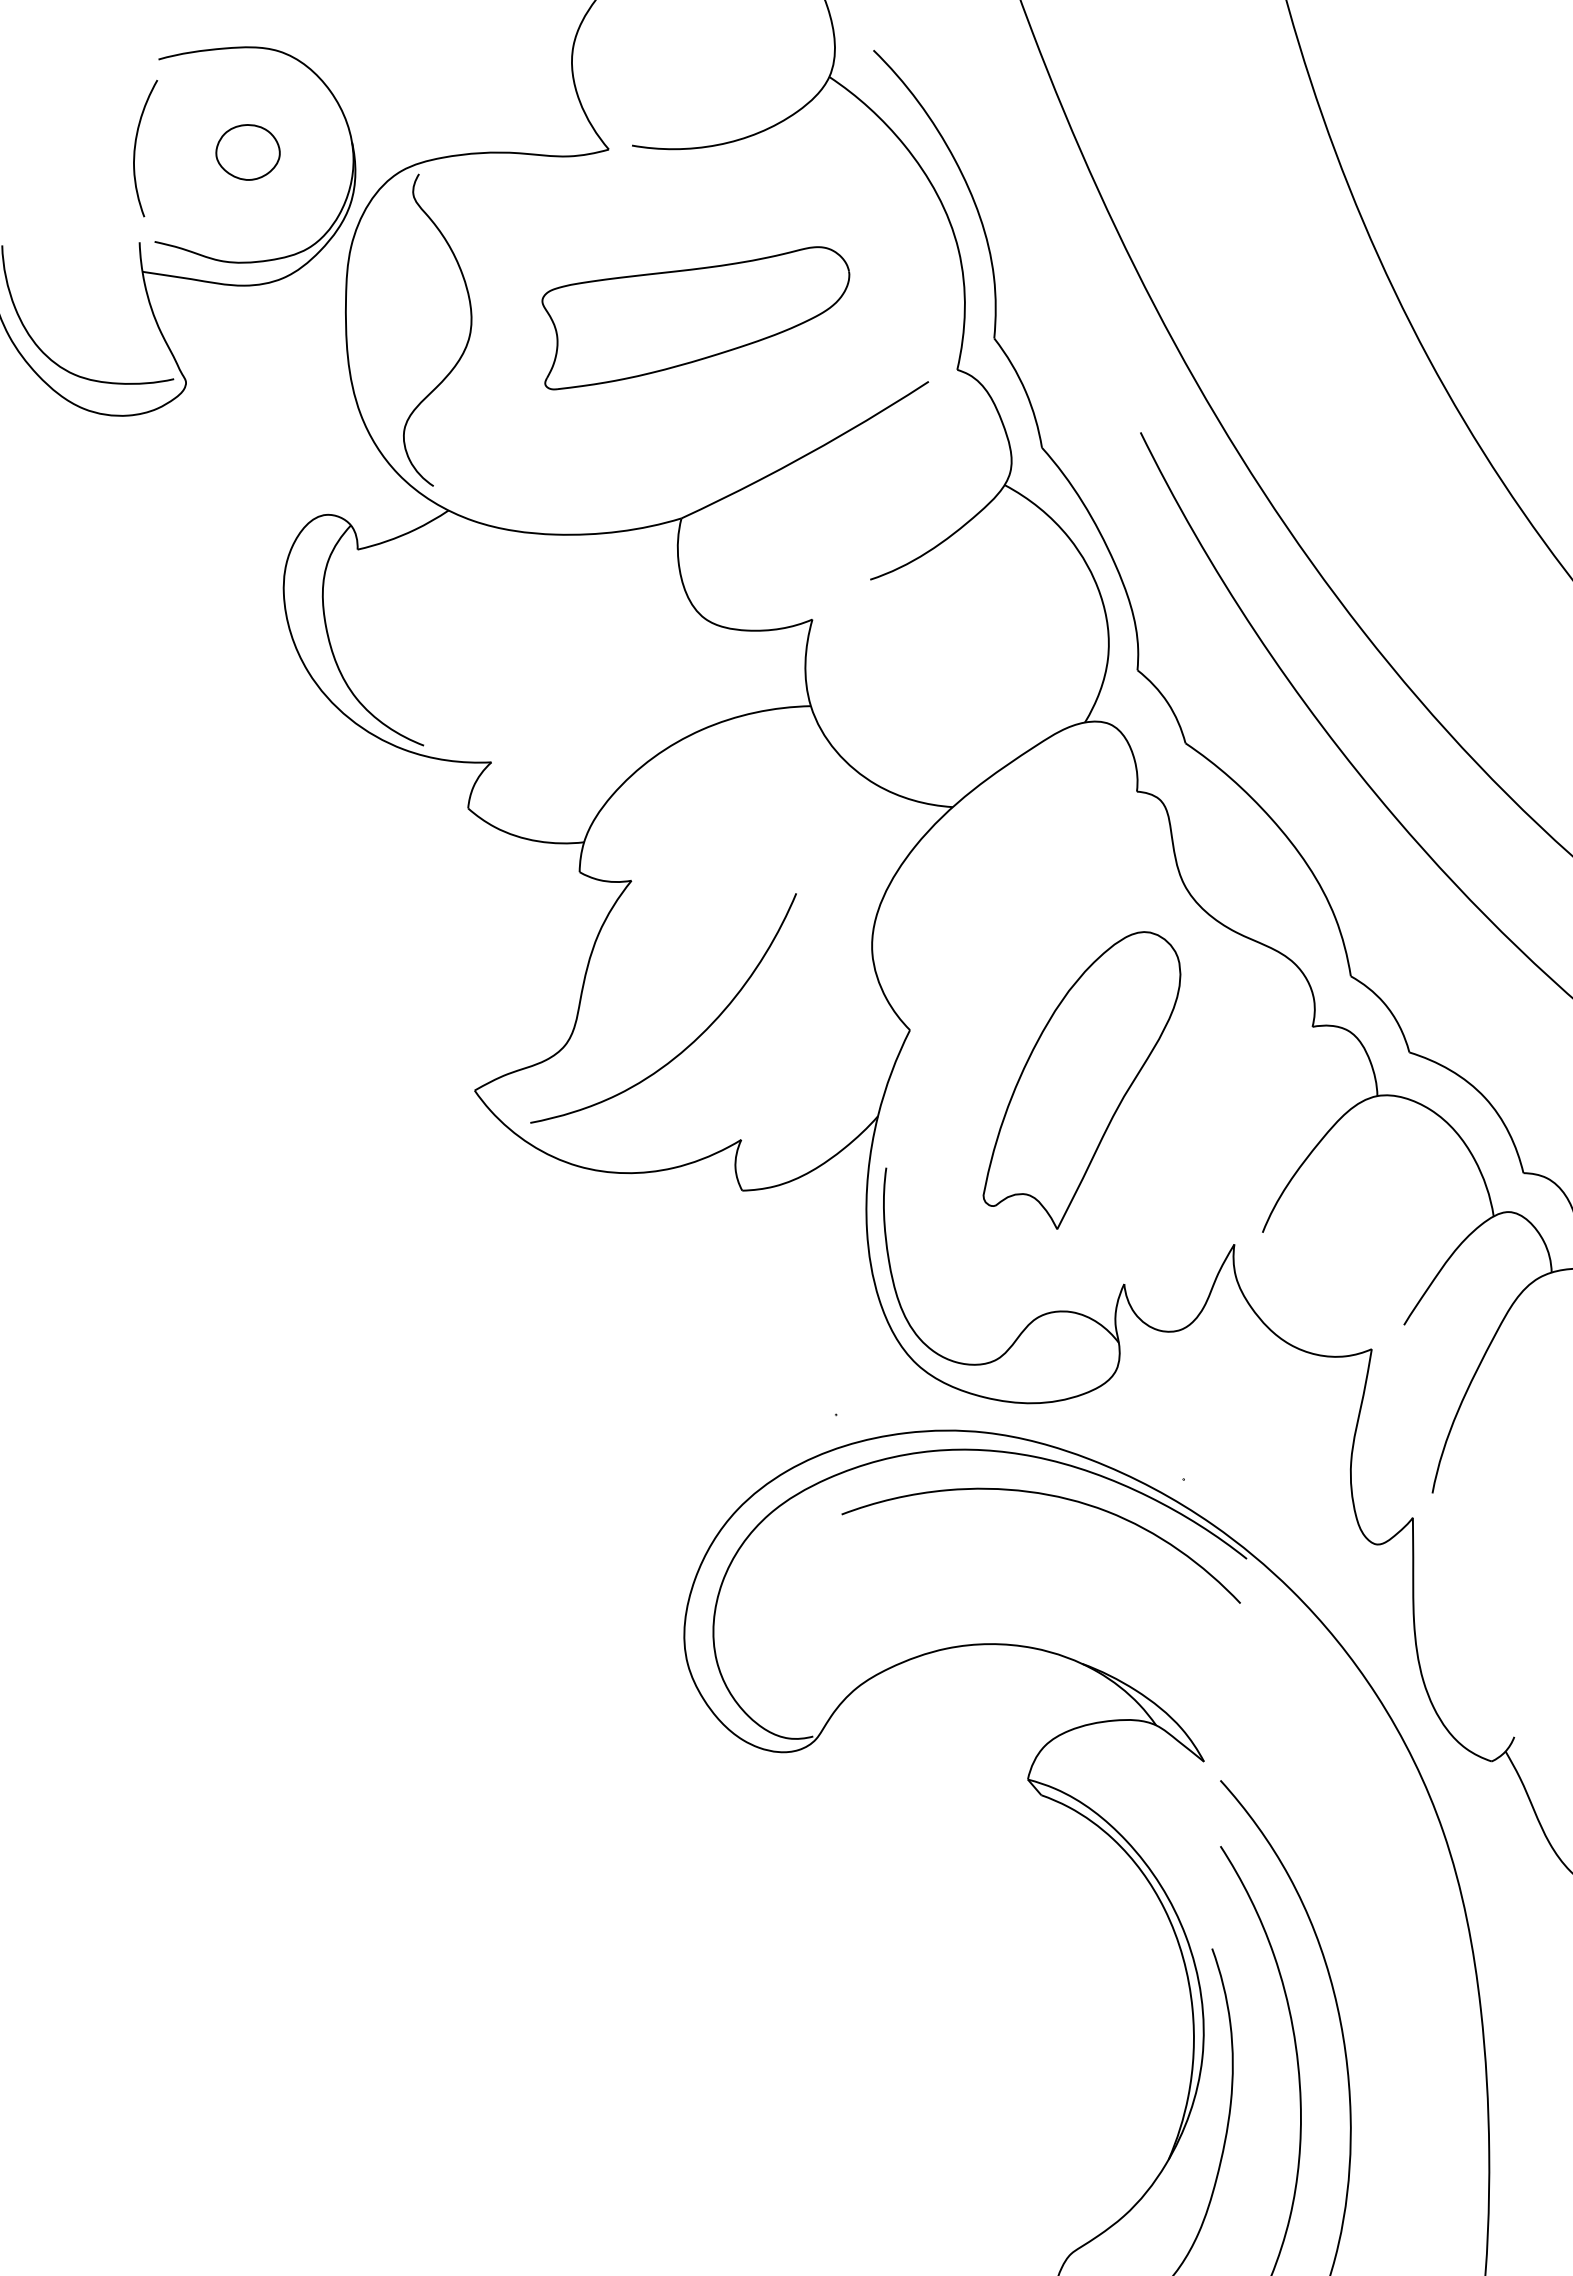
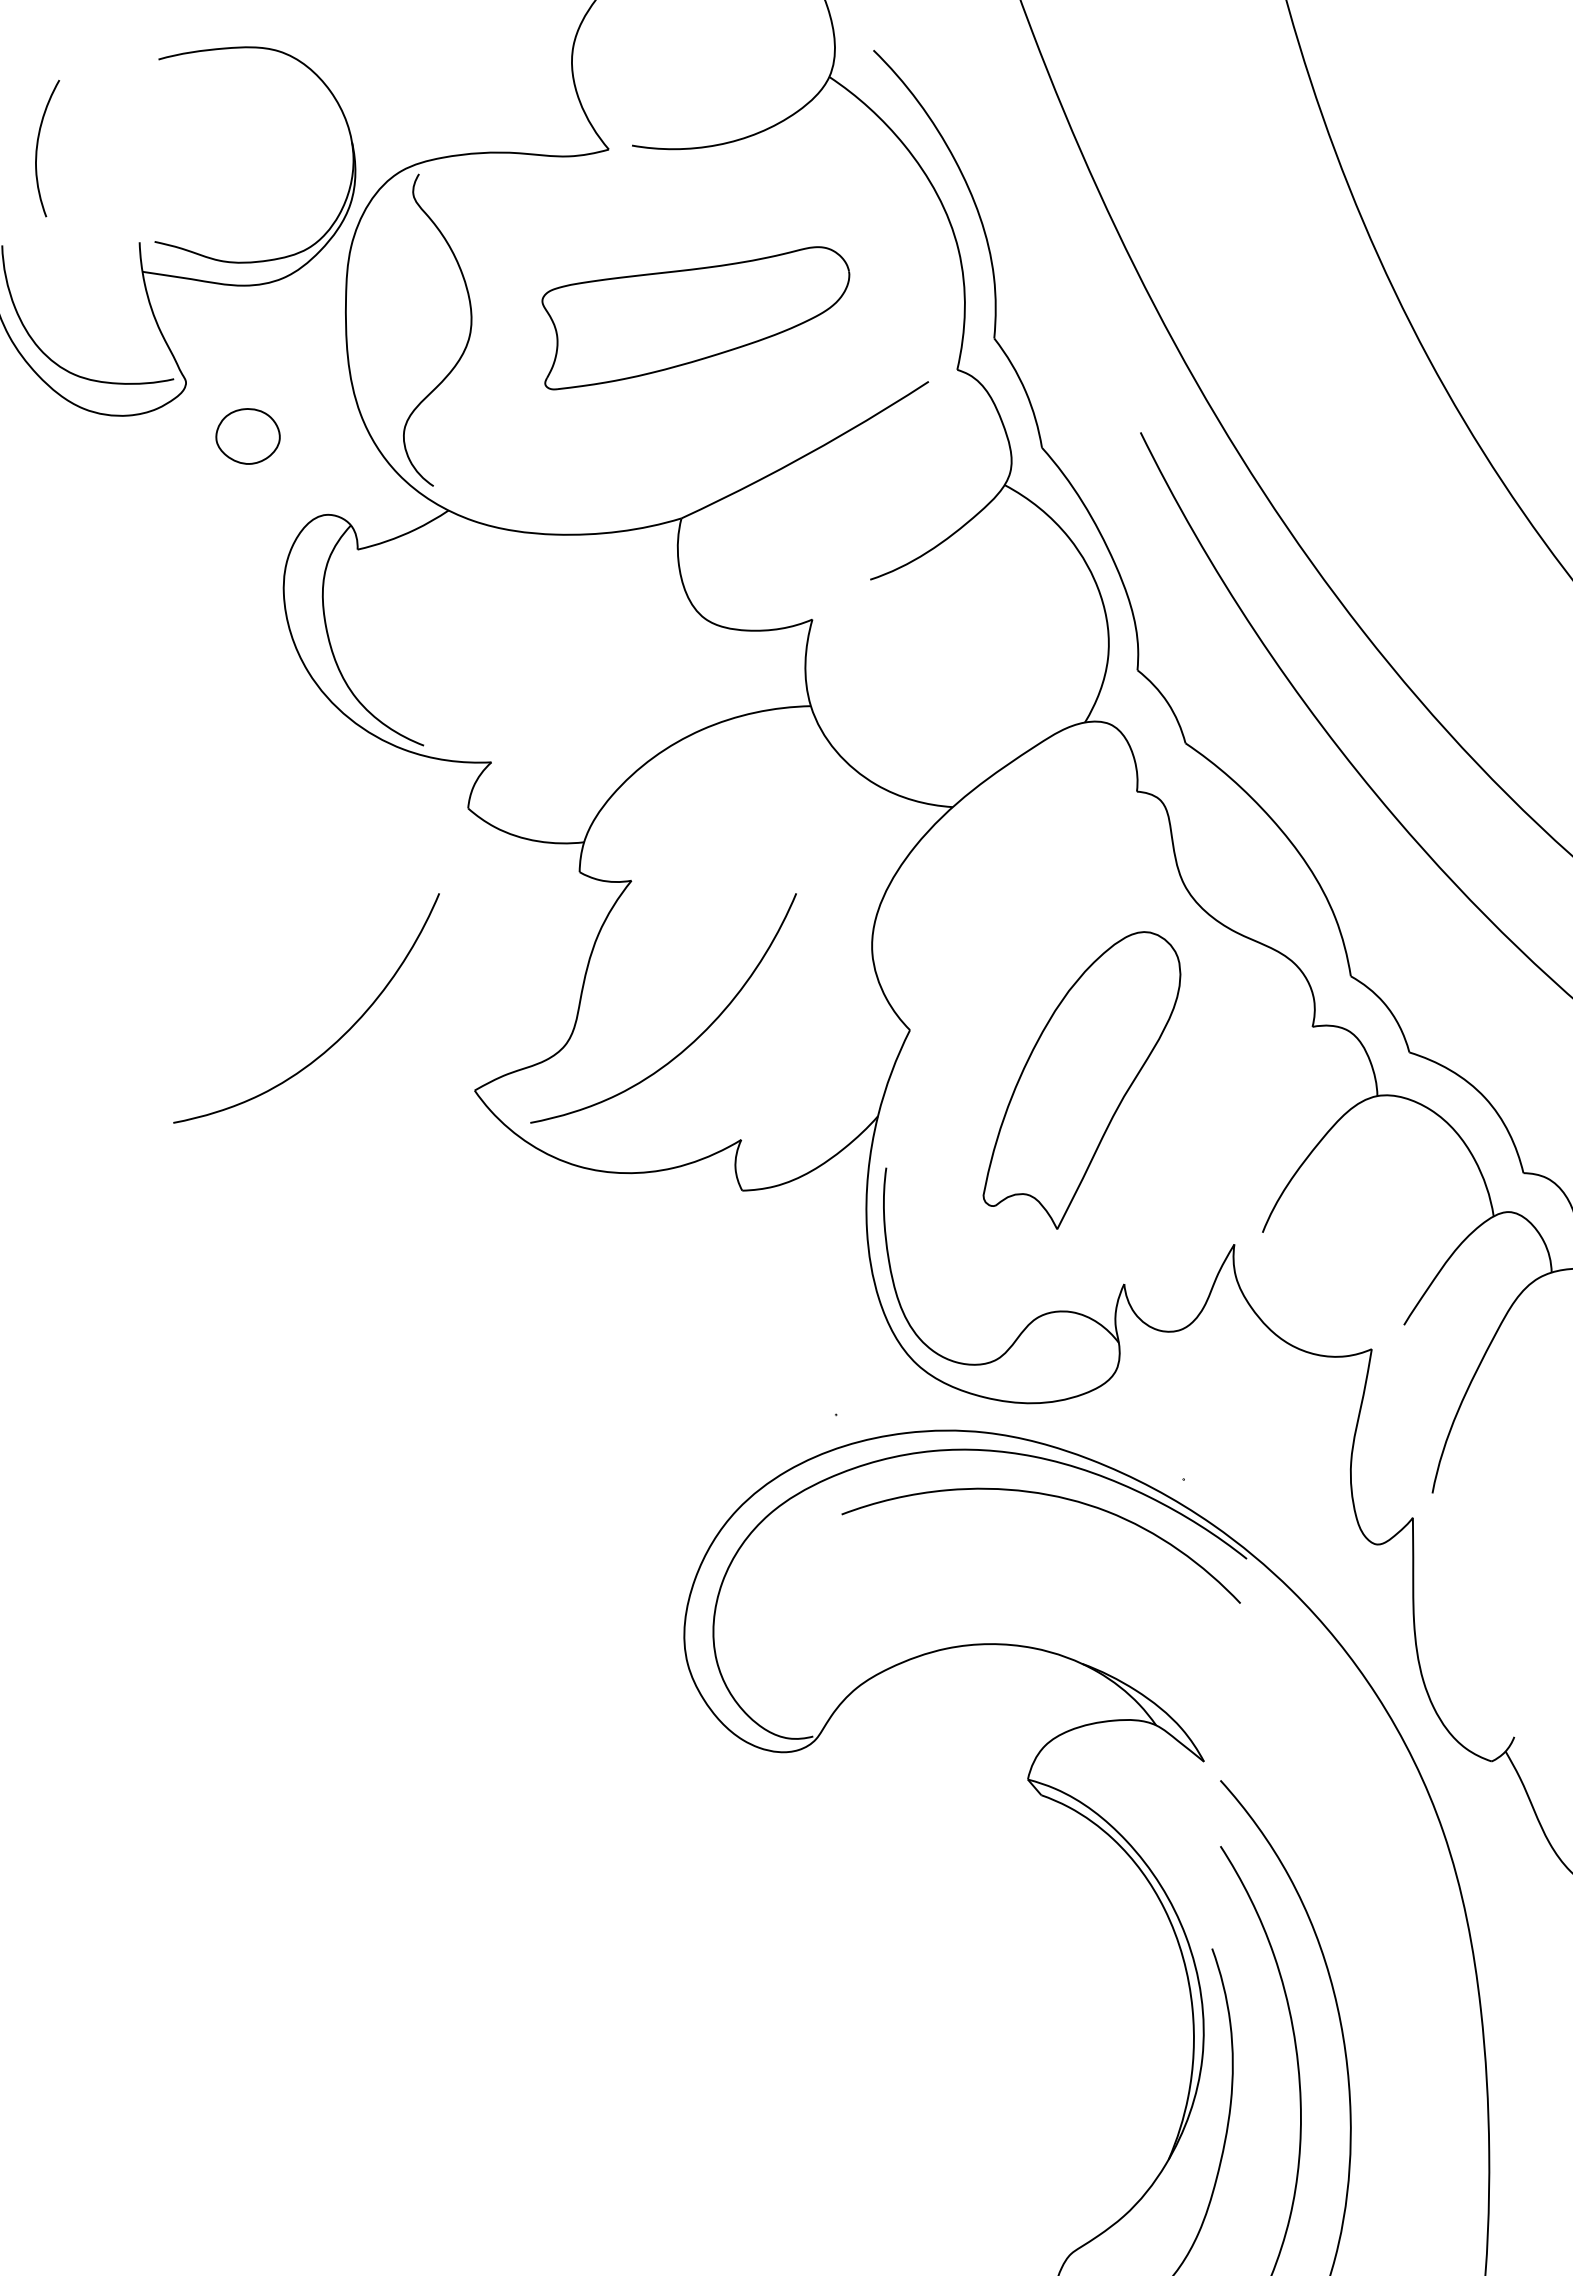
curve at (136, 145) position: (136, 145) -> (38, 145)
part at (247, 152) position: (247, 152) -> (247, 436)
curve at (337, 1039): none -> present
